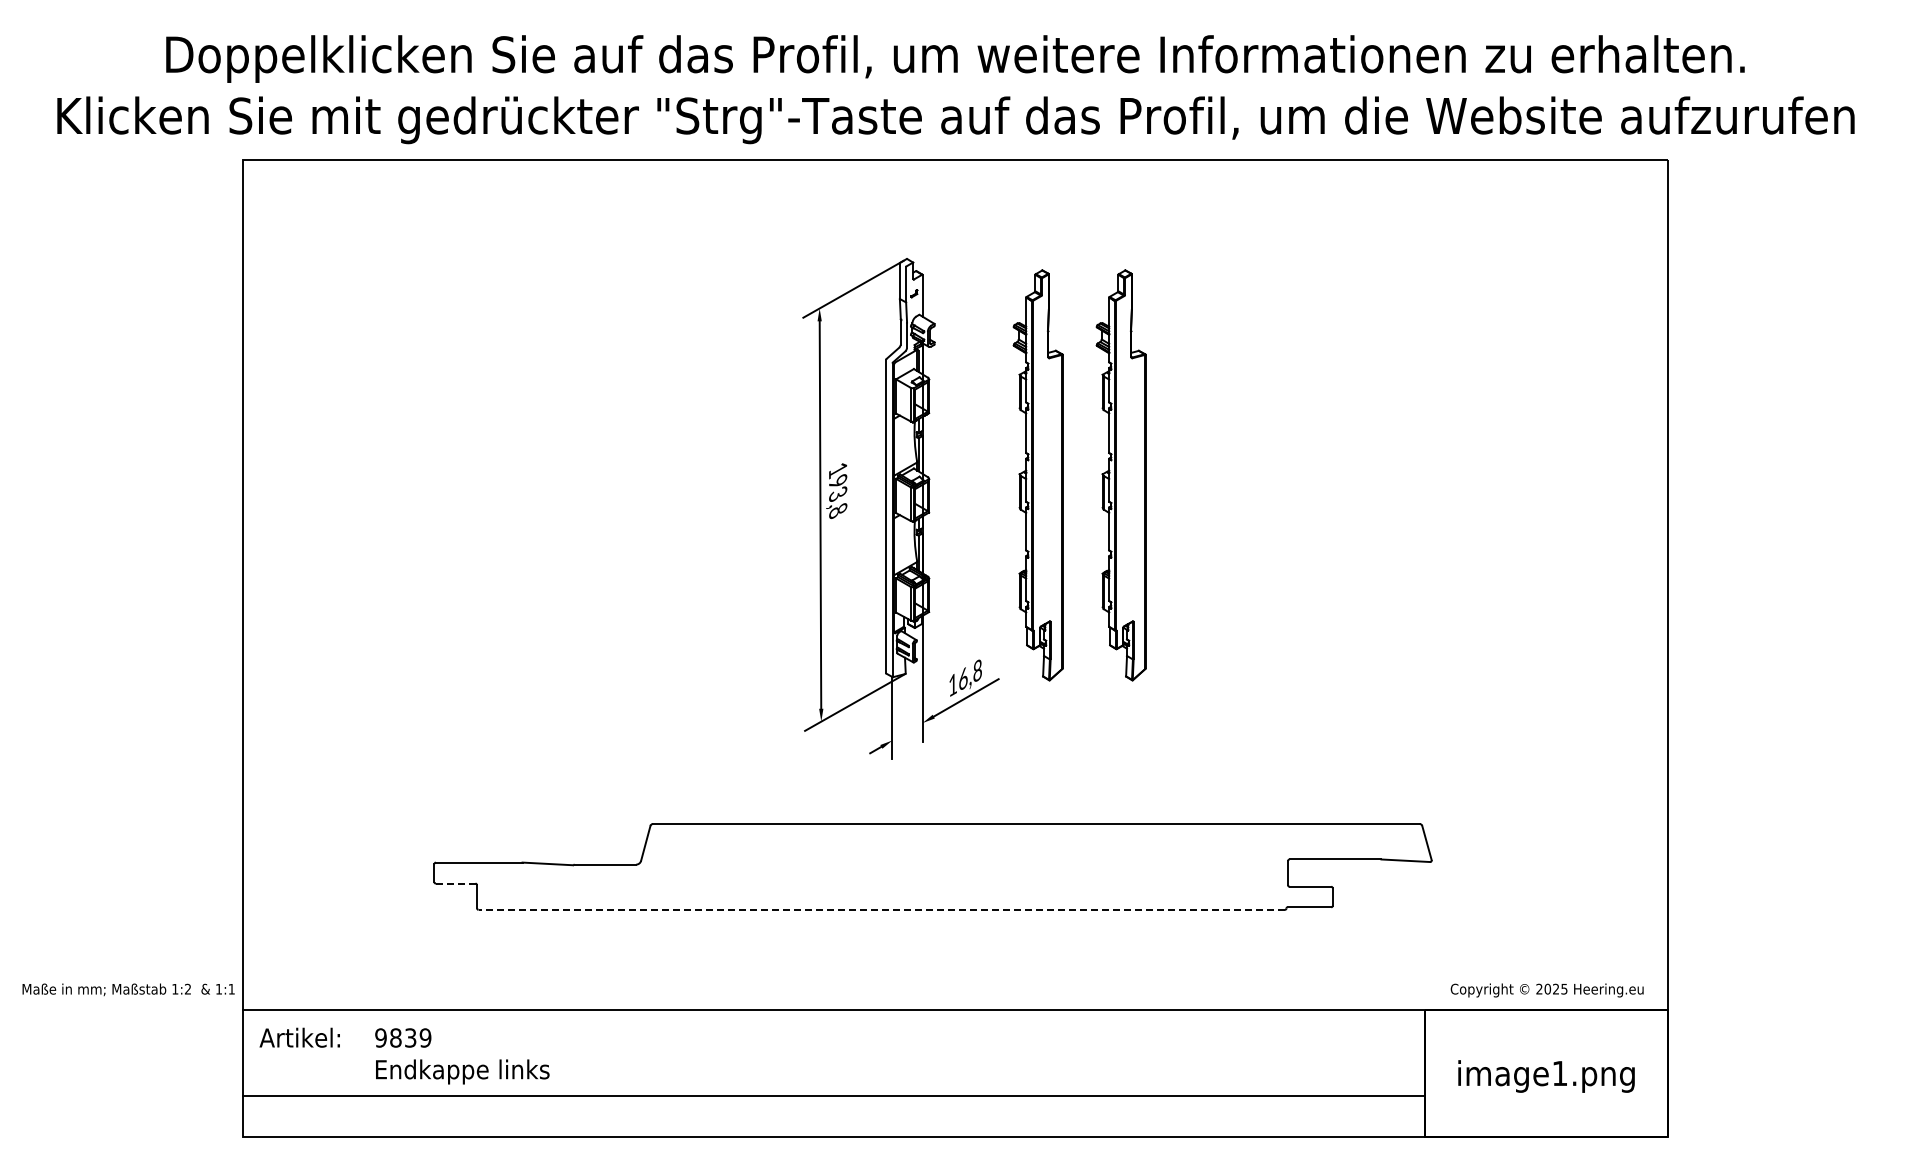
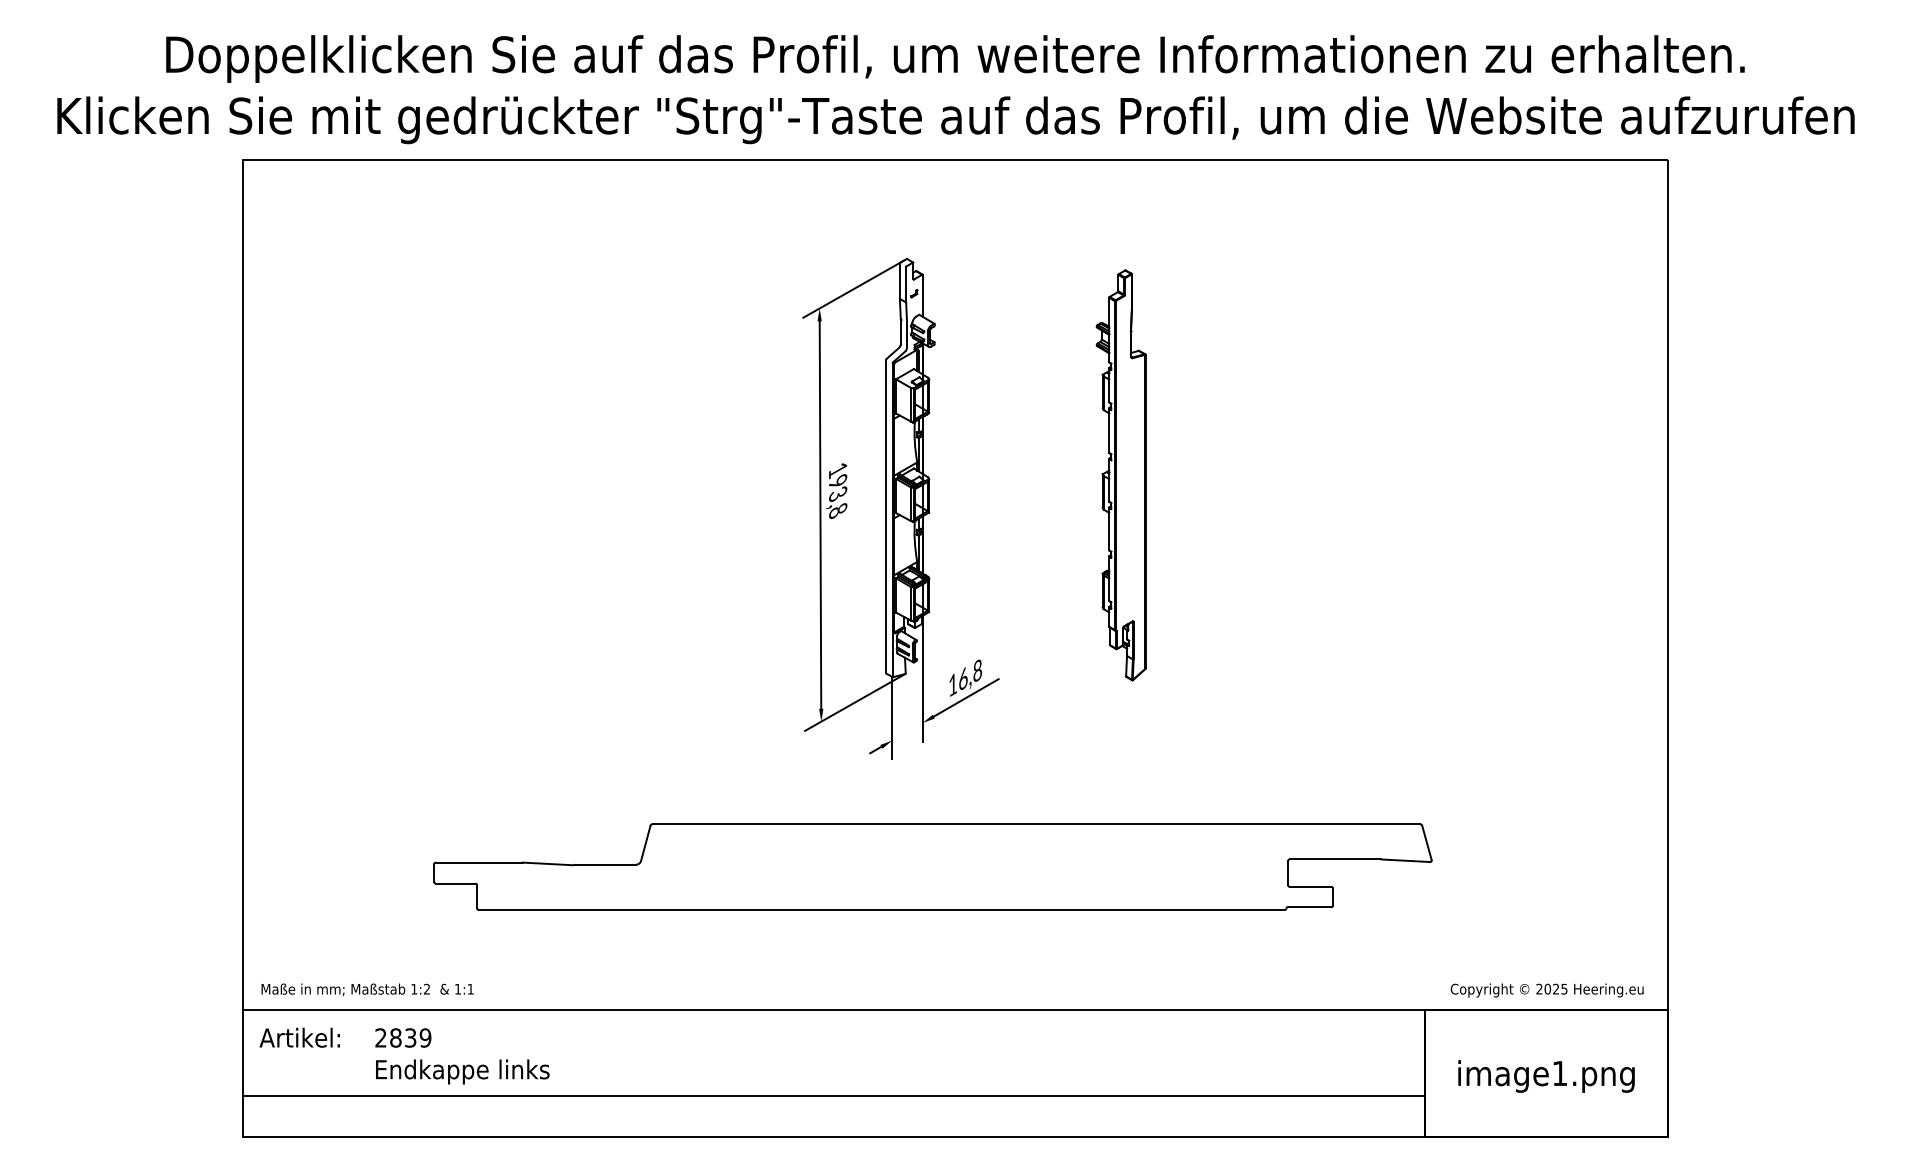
part at (1037, 475): present -> none
line at (455, 883): dashed -> solid
line at (881, 909): dashed -> solid
text at (128, 989) position: (128, 989) -> (367, 989)
text at (380, 1037): 9839 -> 2839
